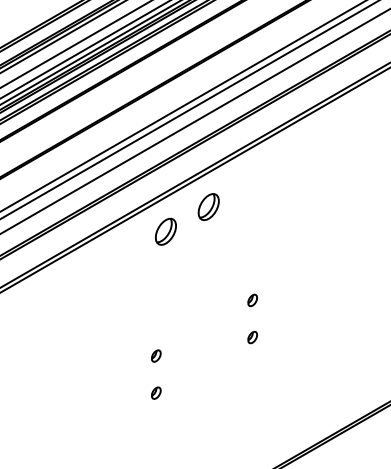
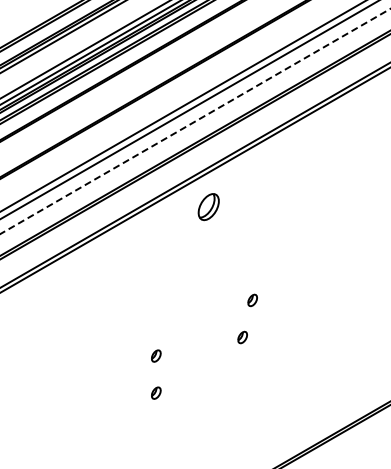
line at (75, 44): present -> none
line at (195, 121): solid -> dashed
part at (165, 231): present -> none
part at (252, 337) position: (252, 337) -> (242, 337)
